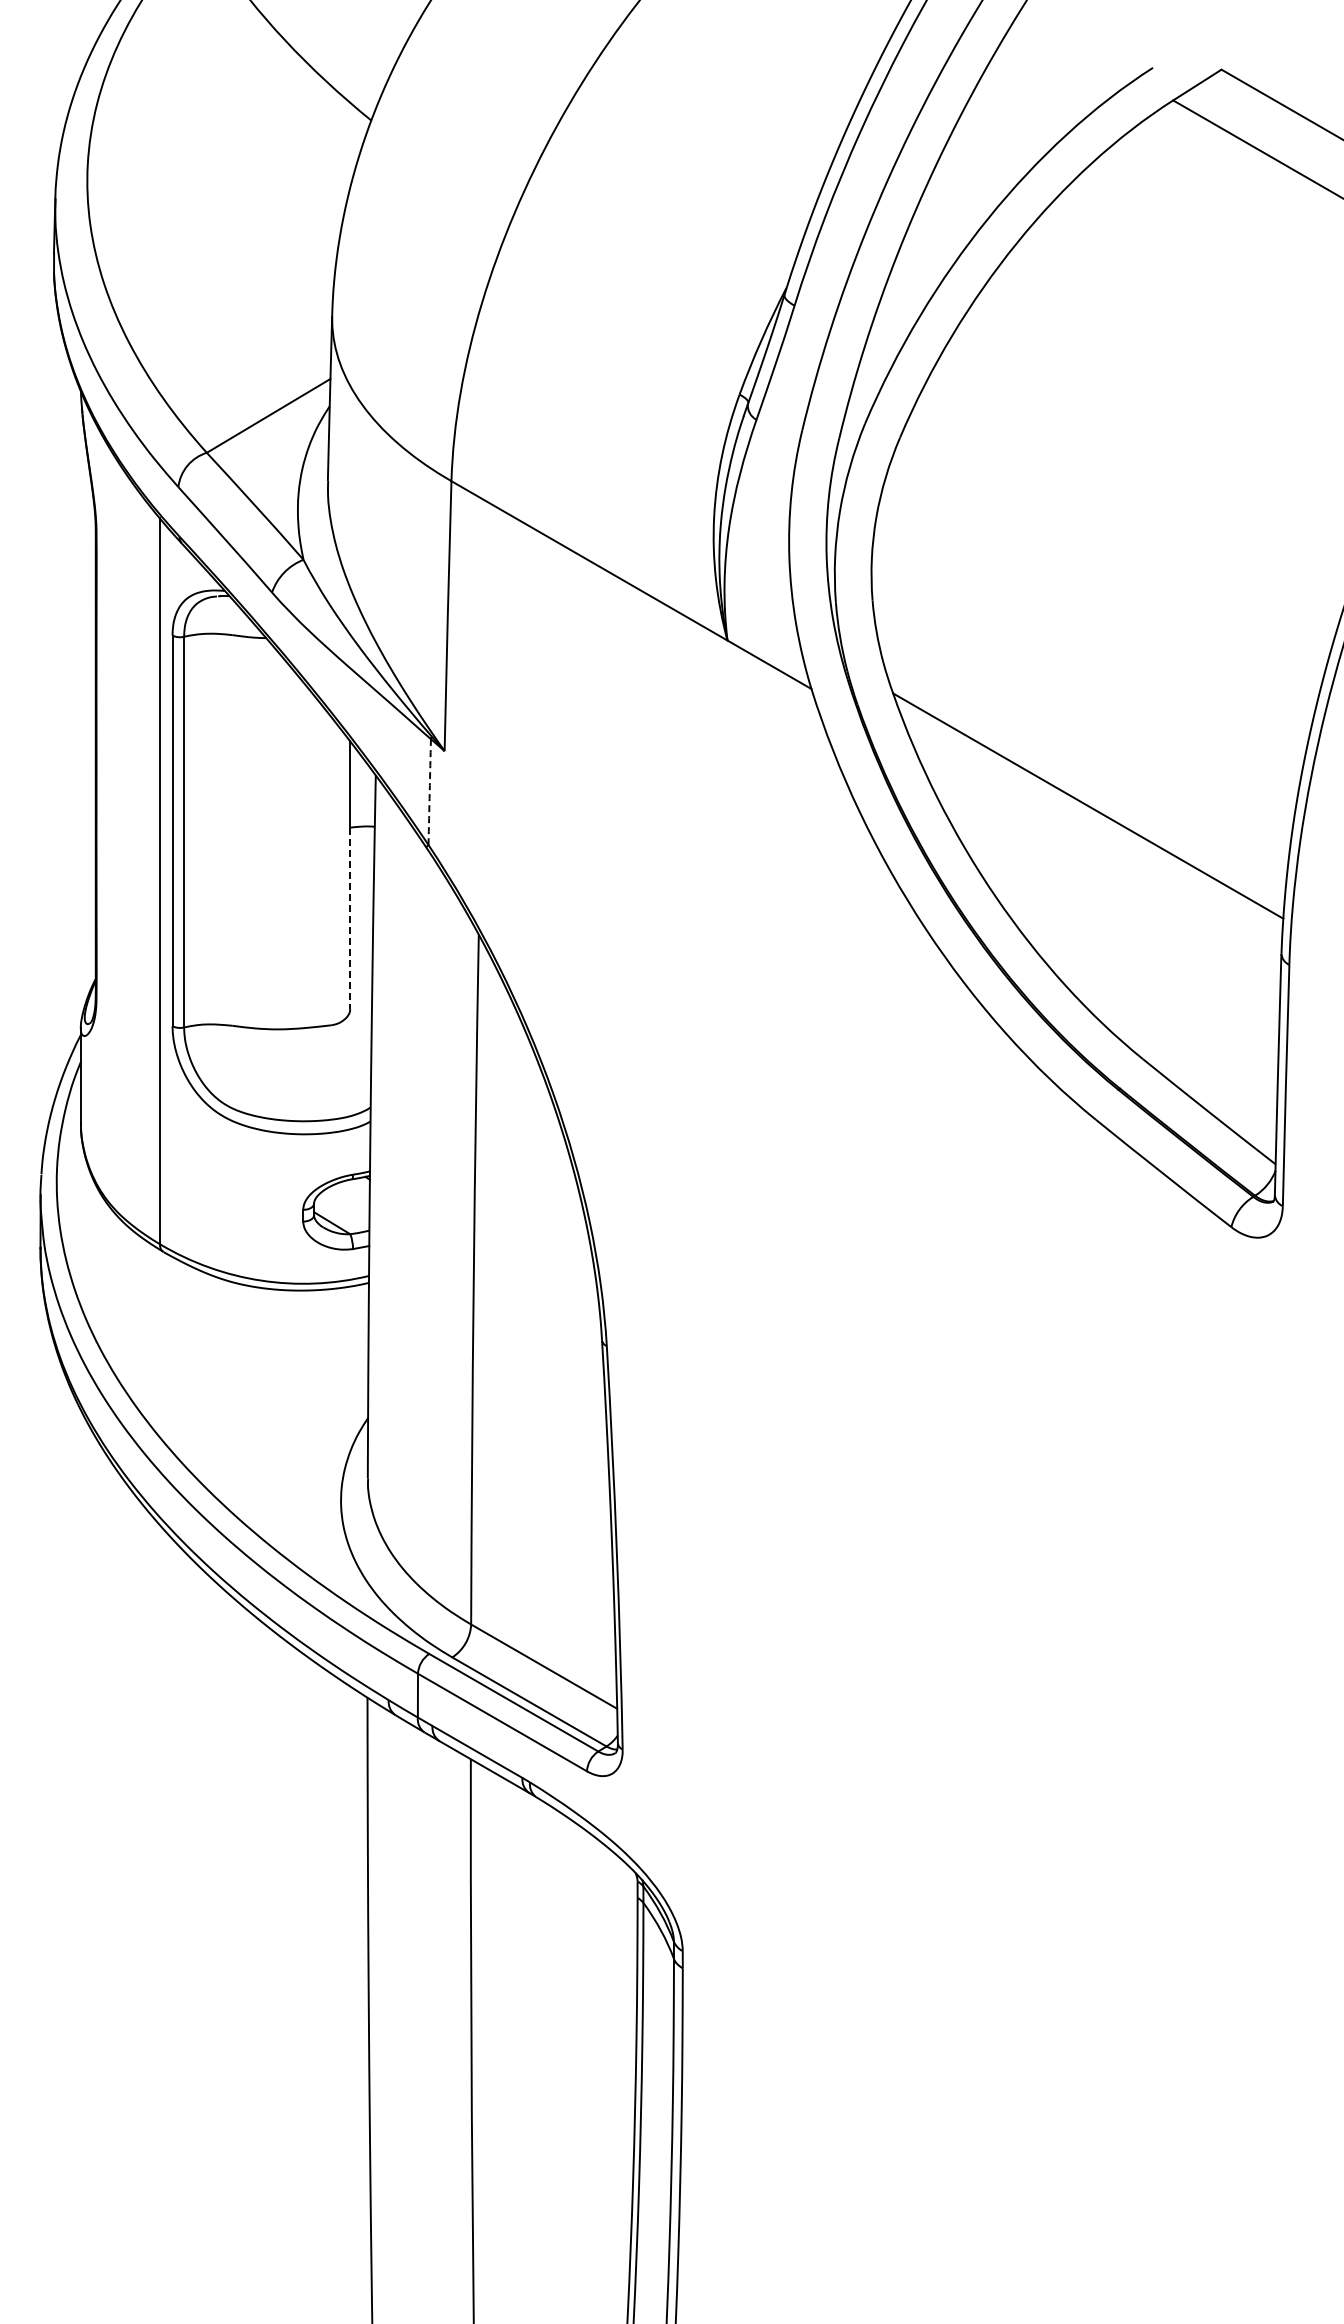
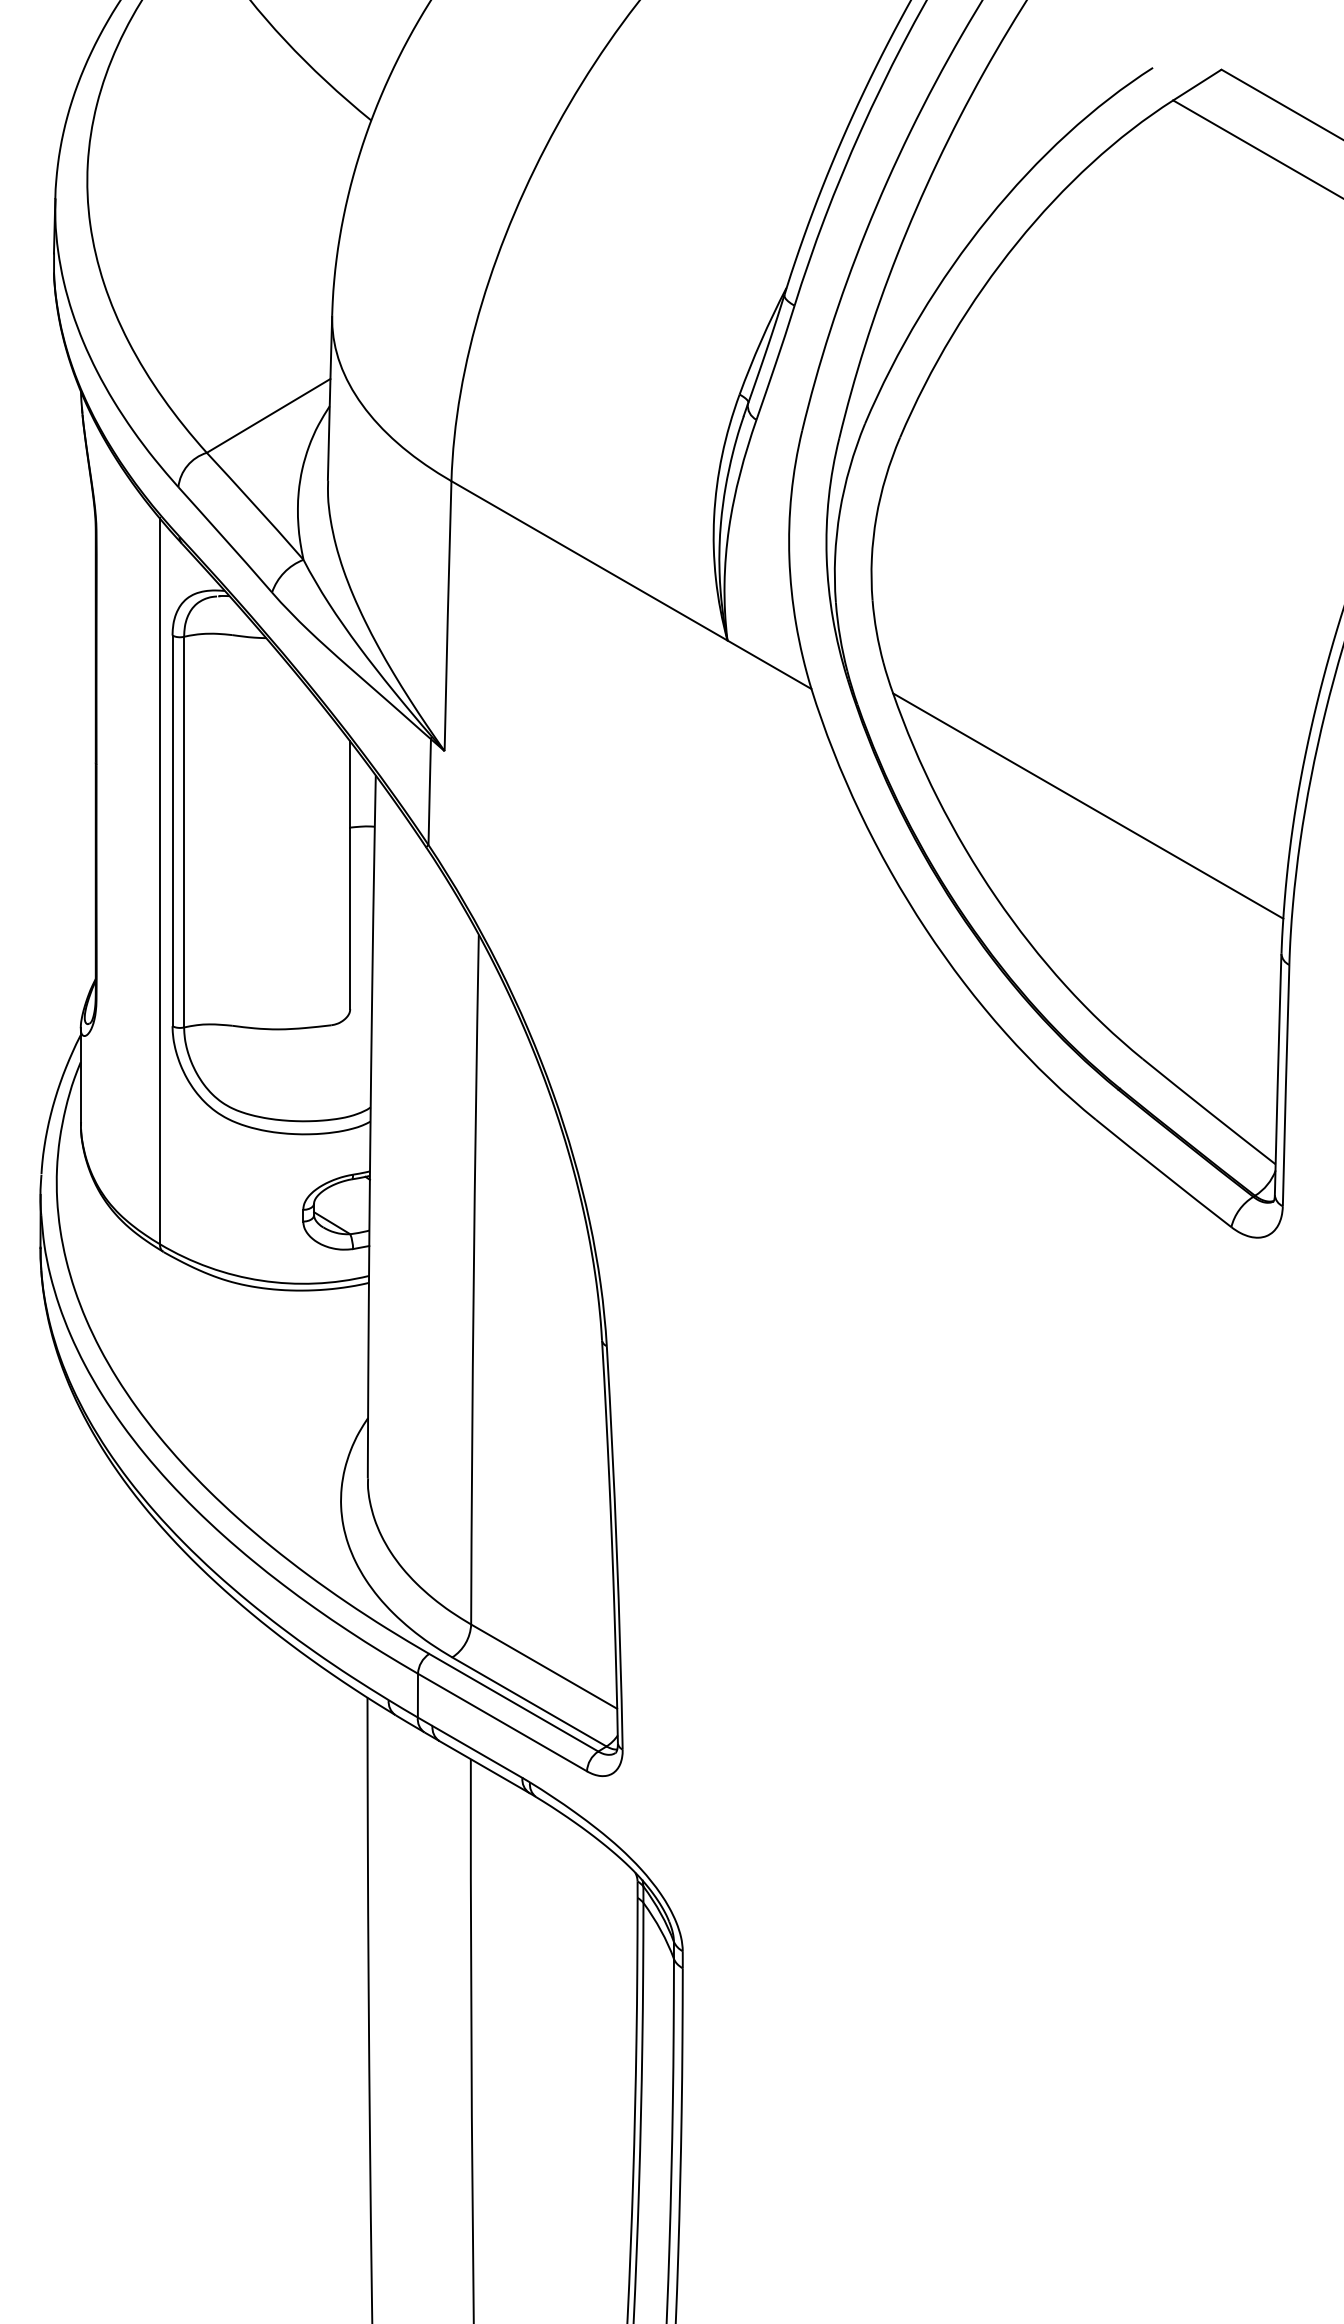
arc at (429, 792): dashed -> solid
line at (350, 918): dashed -> solid
